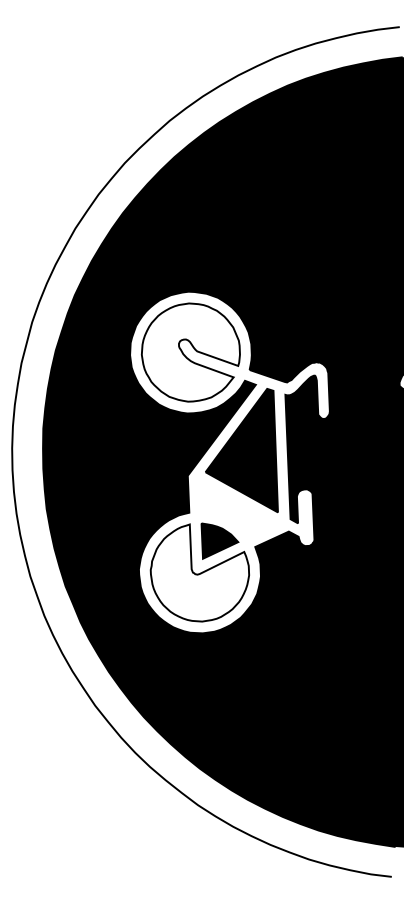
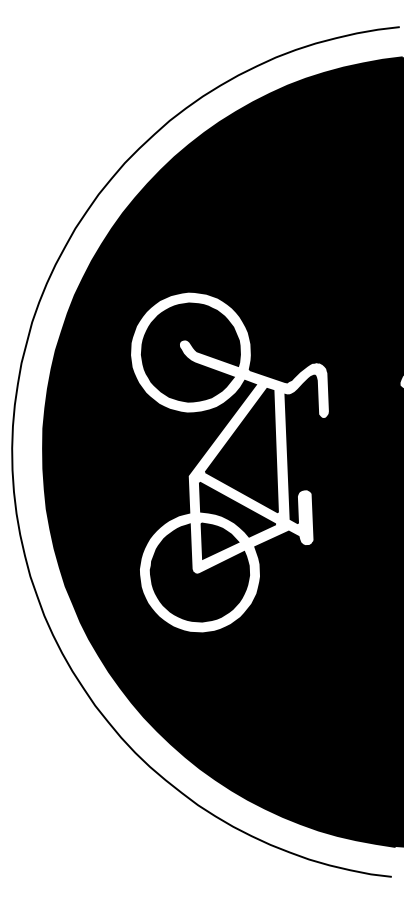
fill at (190, 352): none -> present
part at (237, 509): none -> present
fill at (199, 572): none -> present
